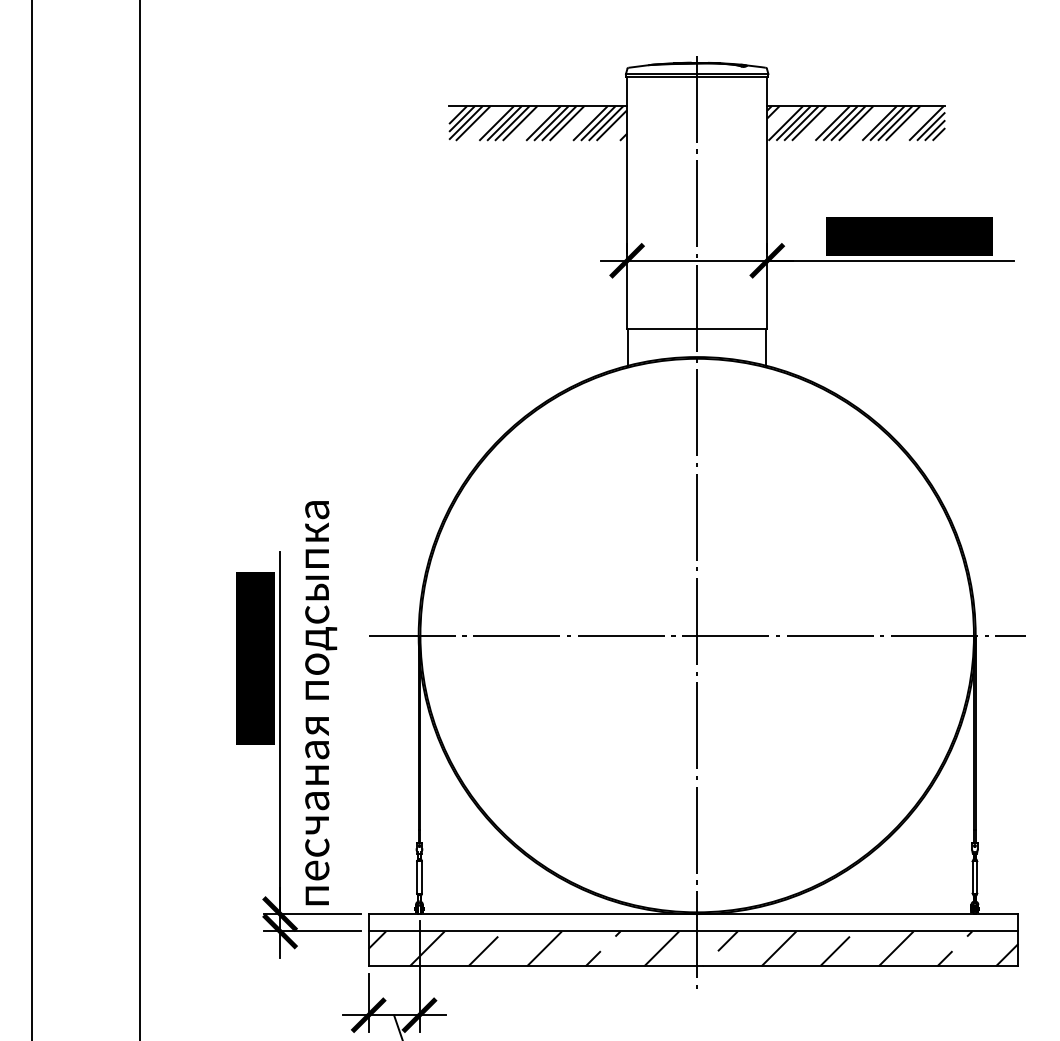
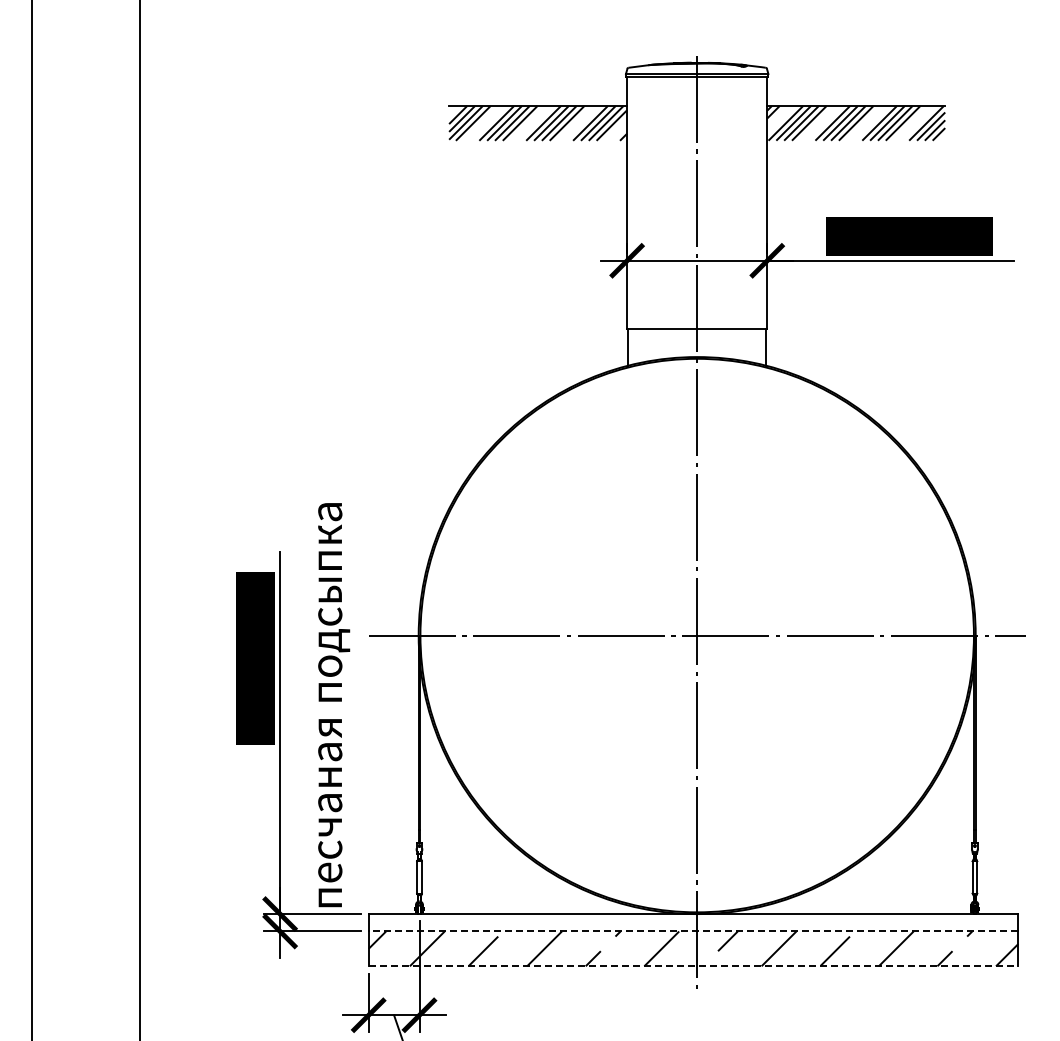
text at (321, 703) position: (321, 703) -> (334, 705)
line at (693, 931): solid -> dashed
line at (693, 966): solid -> dashed
